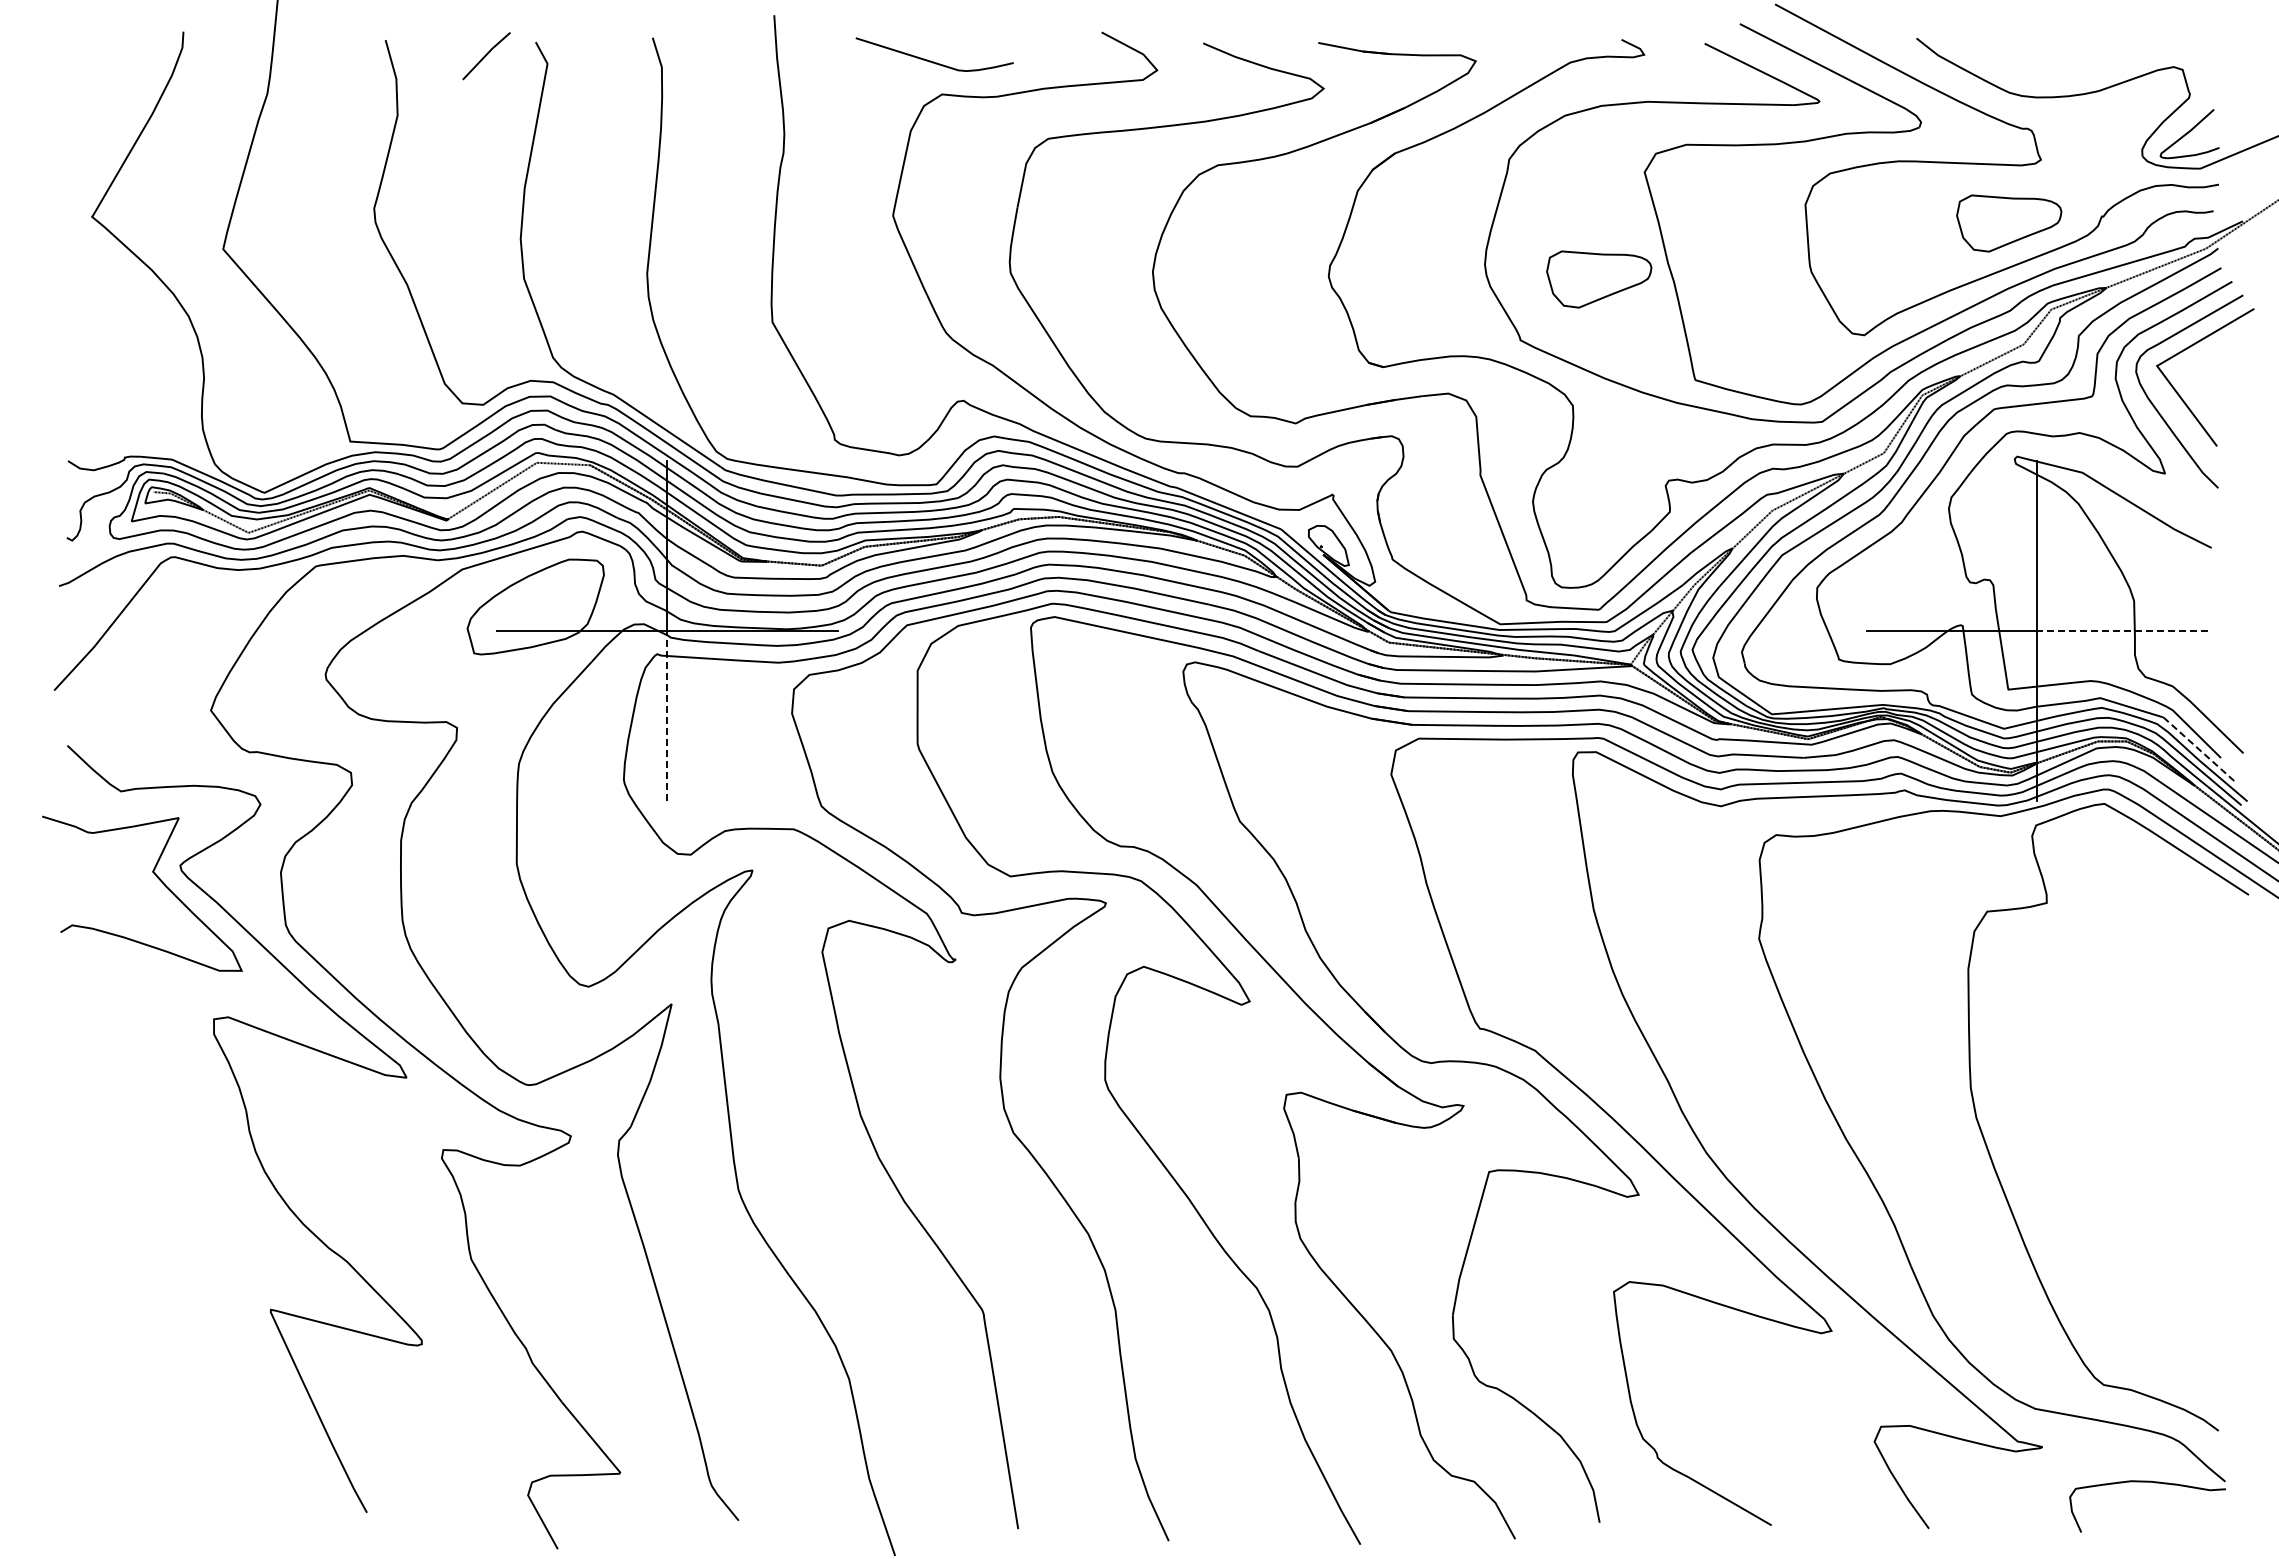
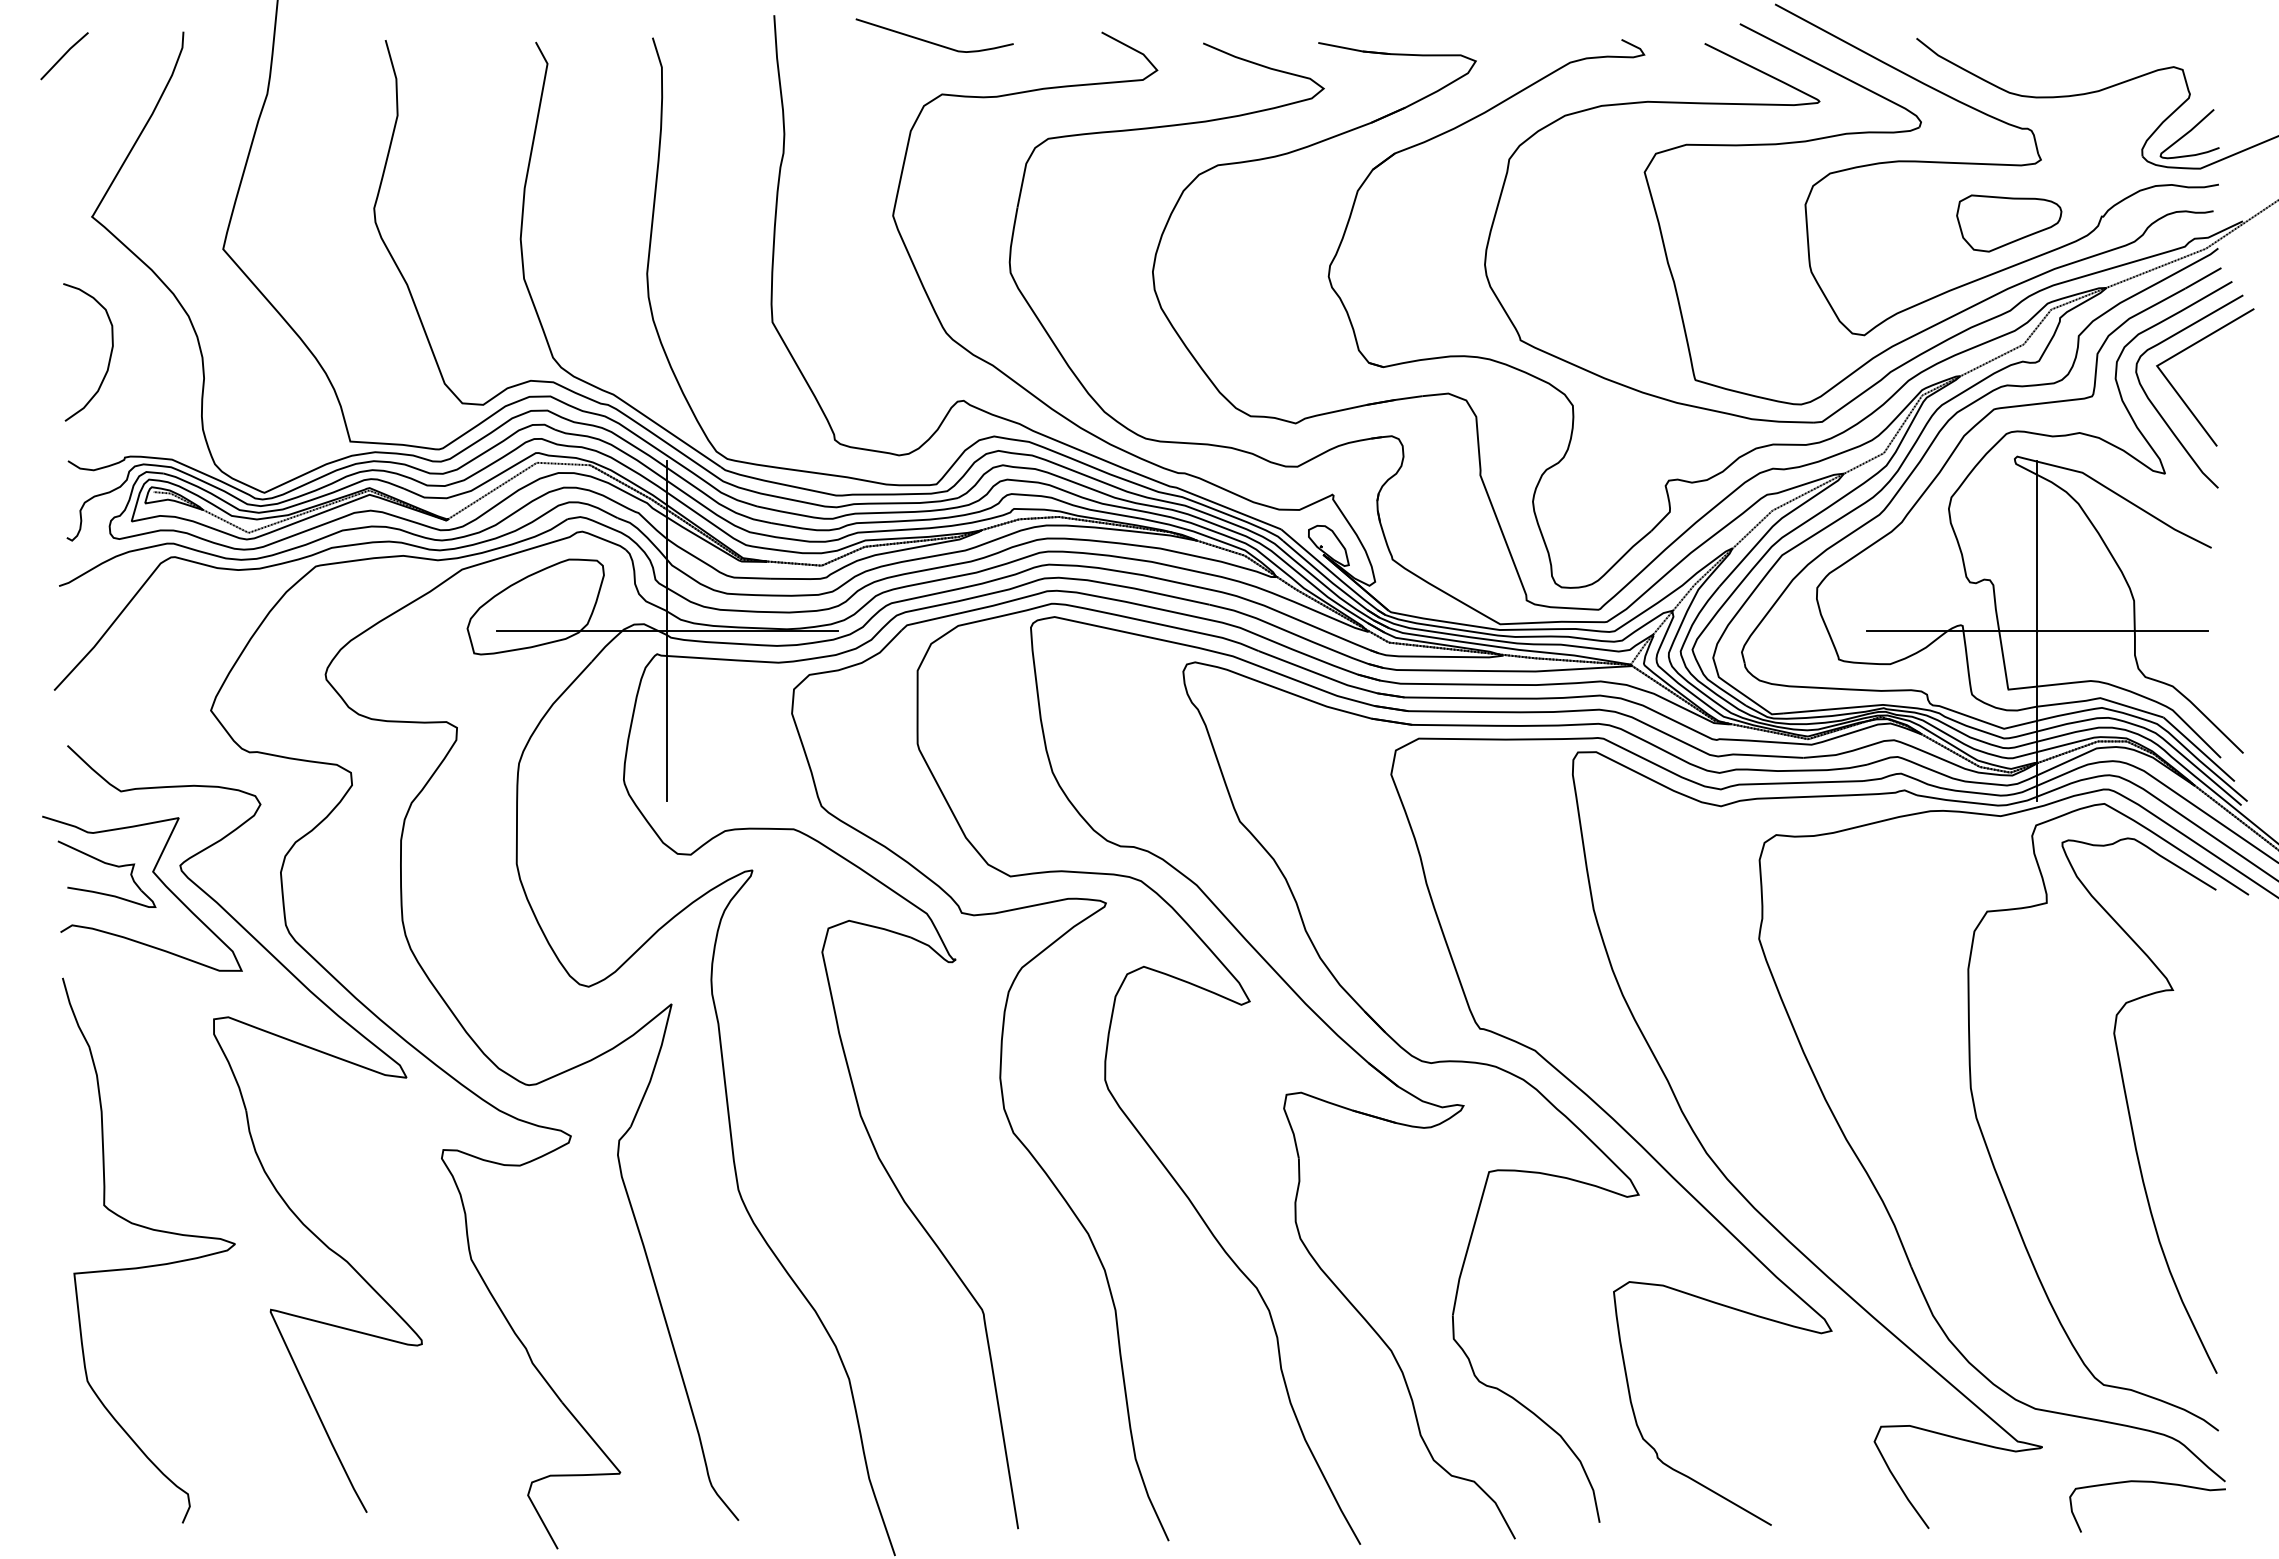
line at (486, 56) position: (486, 56) -> (64, 56)
curve at (934, 61) position: (934, 61) -> (934, 42)
part at (1599, 279): present -> none
curve at (109, 356): none -> present
line at (2121, 630): dashed -> solid
line at (667, 715): dashed -> solid
line at (2199, 749): dashed -> solid
part at (109, 865): none -> present
curve at (2129, 1108): none -> present
curve at (148, 1265): none -> present
